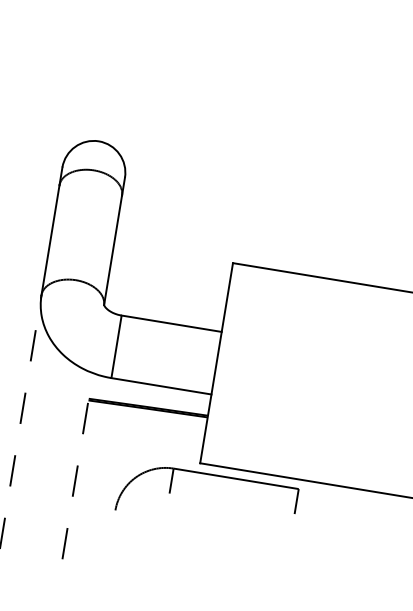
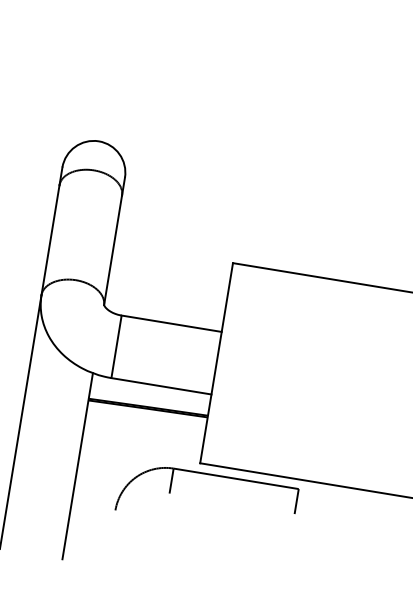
line at (20, 421): dashed -> solid
line at (77, 465): dashed -> solid
